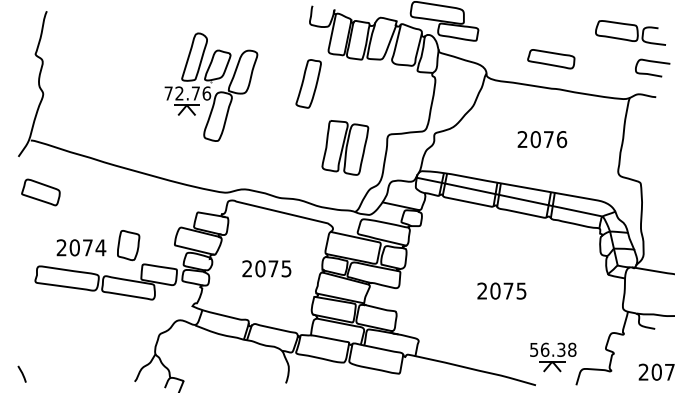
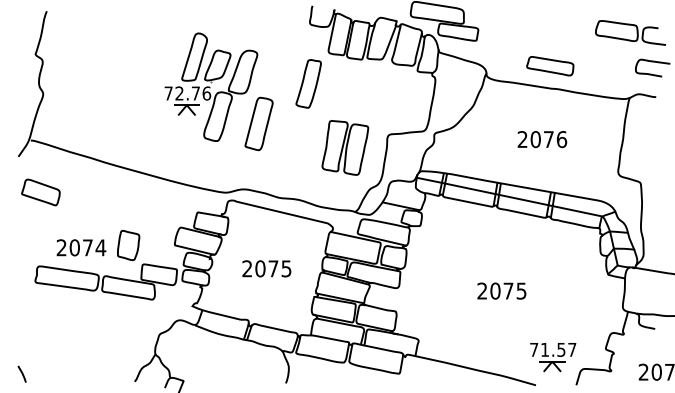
part at (551, 59) position: (551, 59) -> (550, 66)
part at (258, 123): none -> present
text at (553, 349): 56.38 -> 71.57
